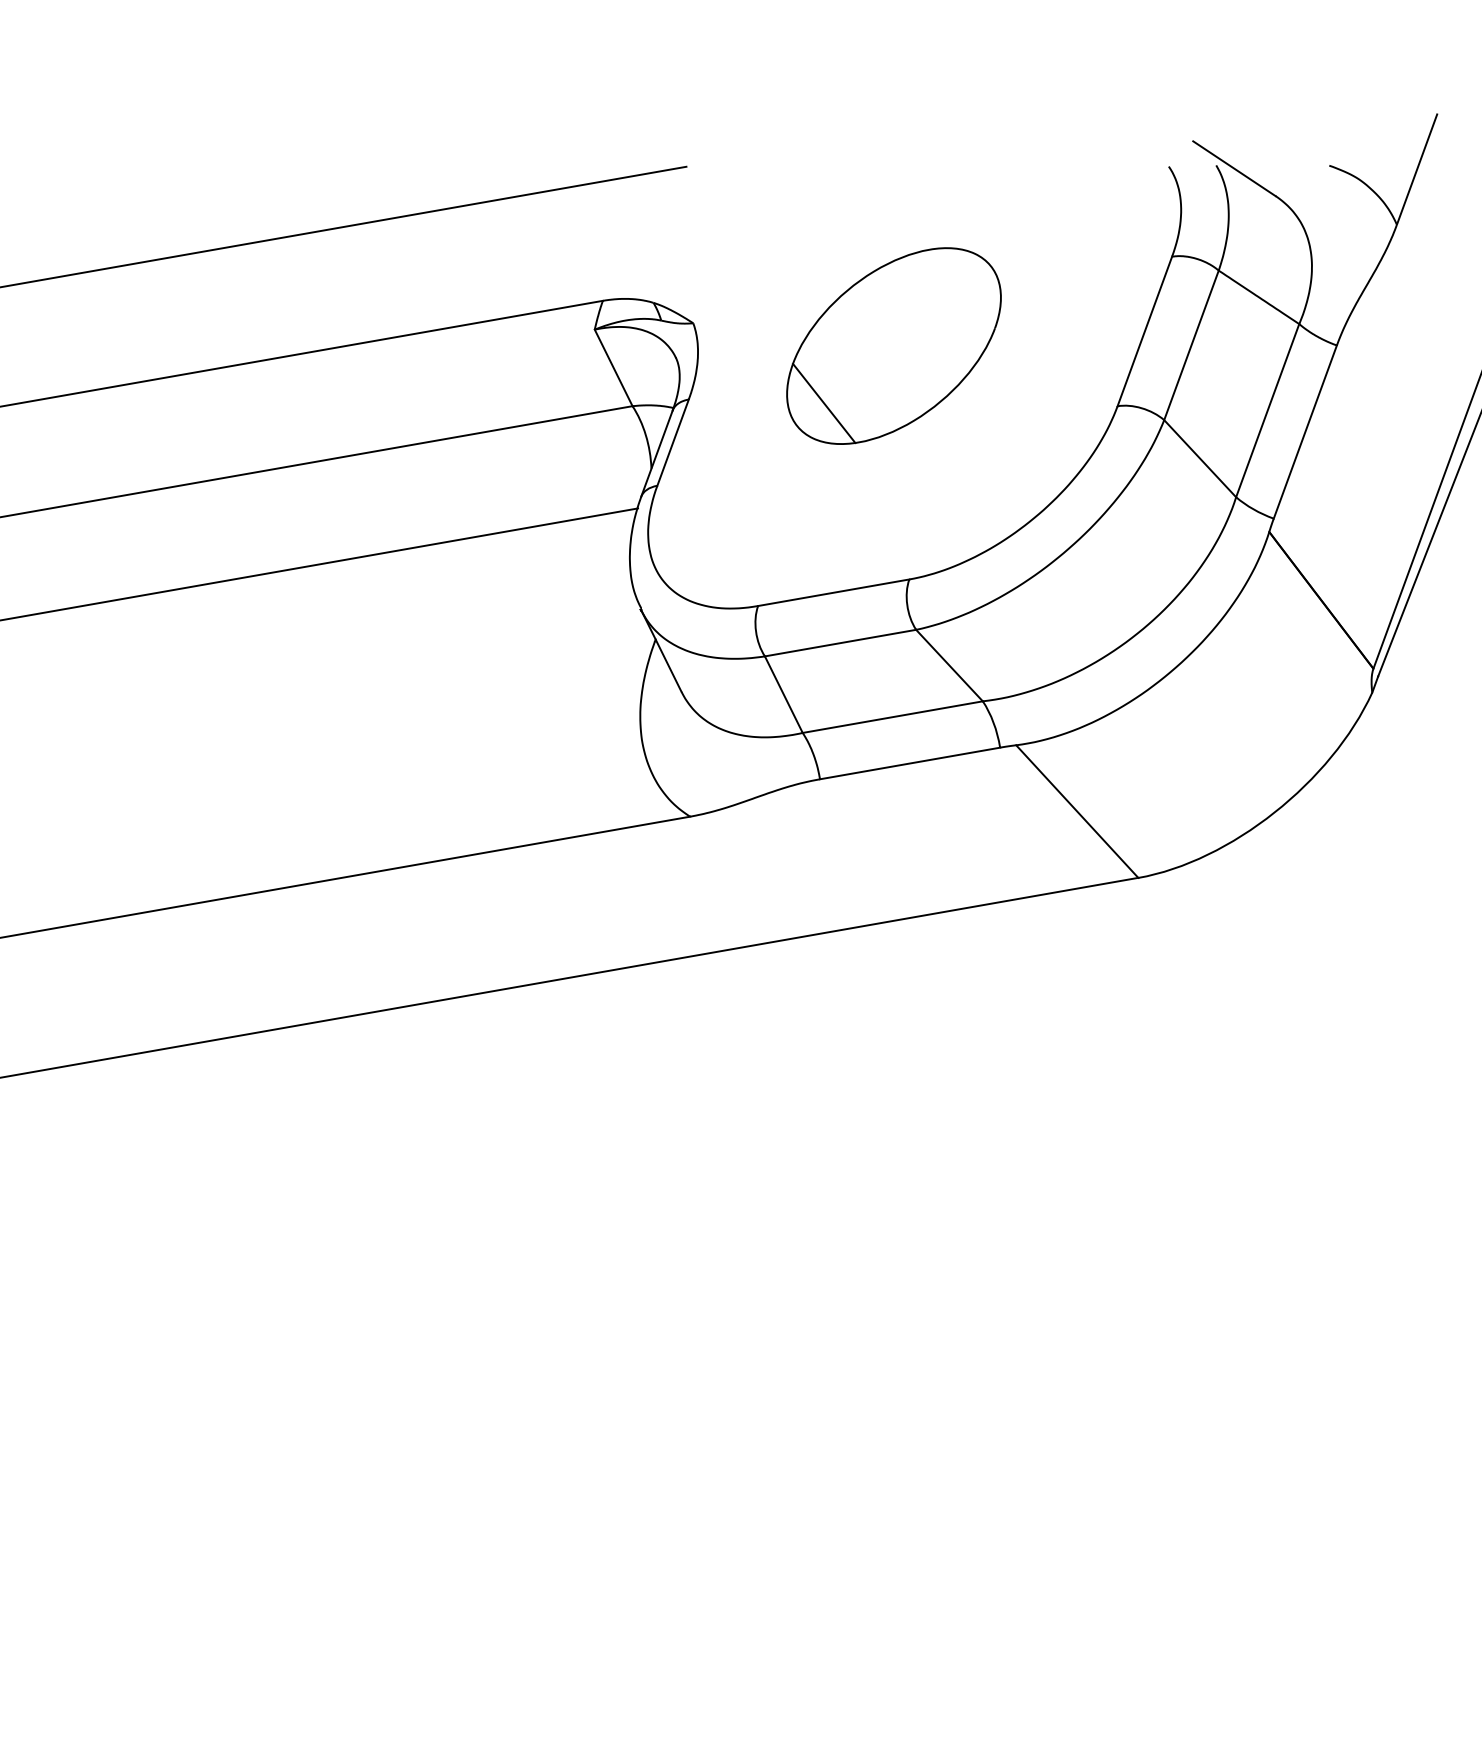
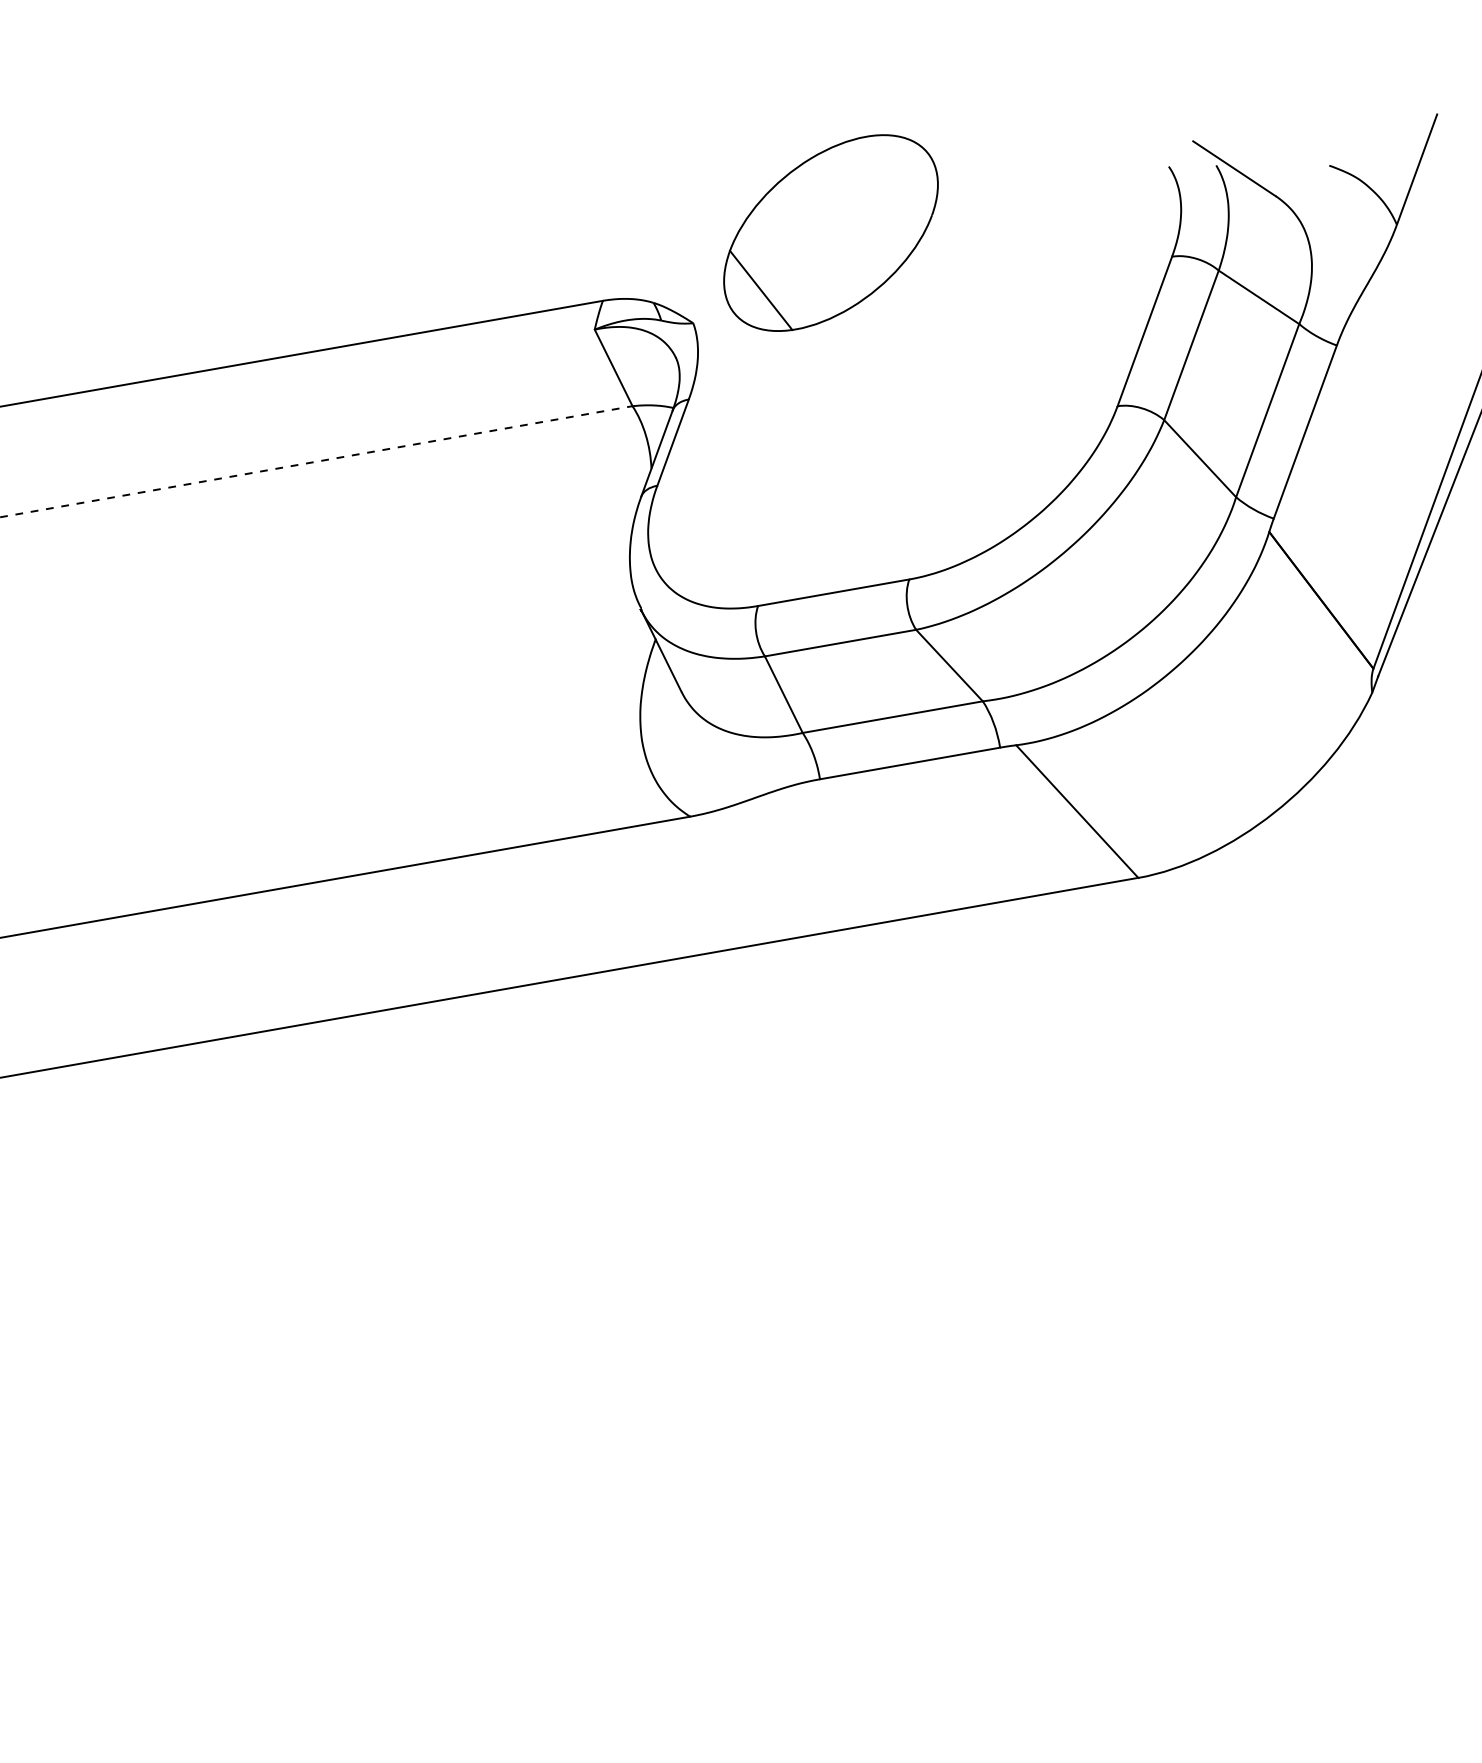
line at (344, 226): present -> none
part at (893, 345) position: (893, 345) -> (830, 232)
line at (316, 461): solid -> dashed
line at (320, 564): present -> none
